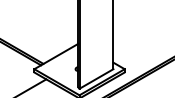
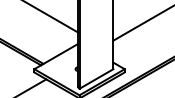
line at (52, 17): none -> present
line at (142, 23): none -> present
